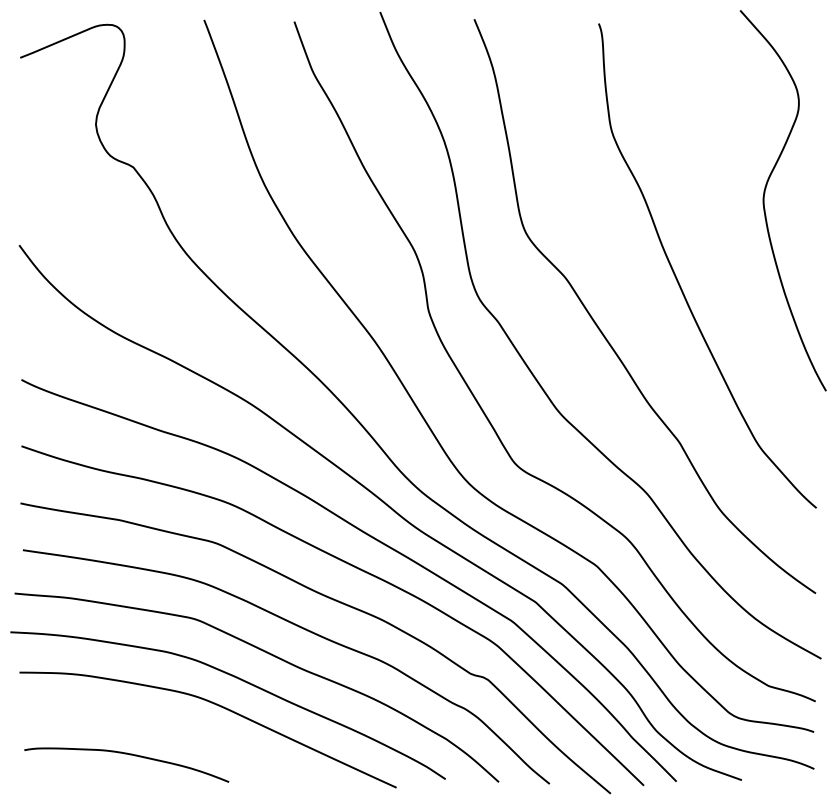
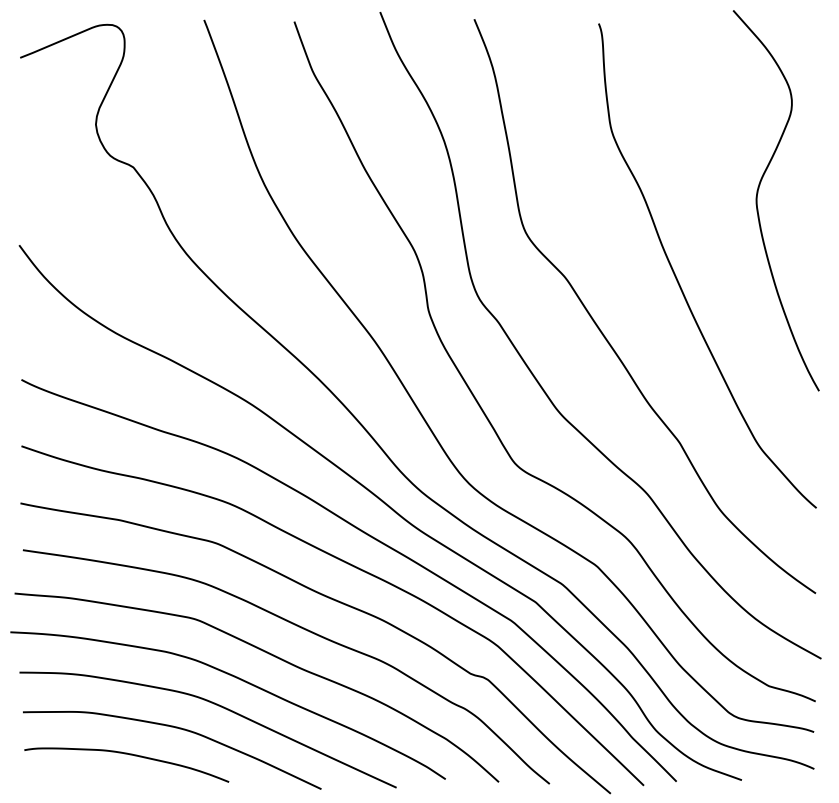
curve at (764, 200) position: (764, 200) -> (757, 200)
curve at (179, 729): none -> present
